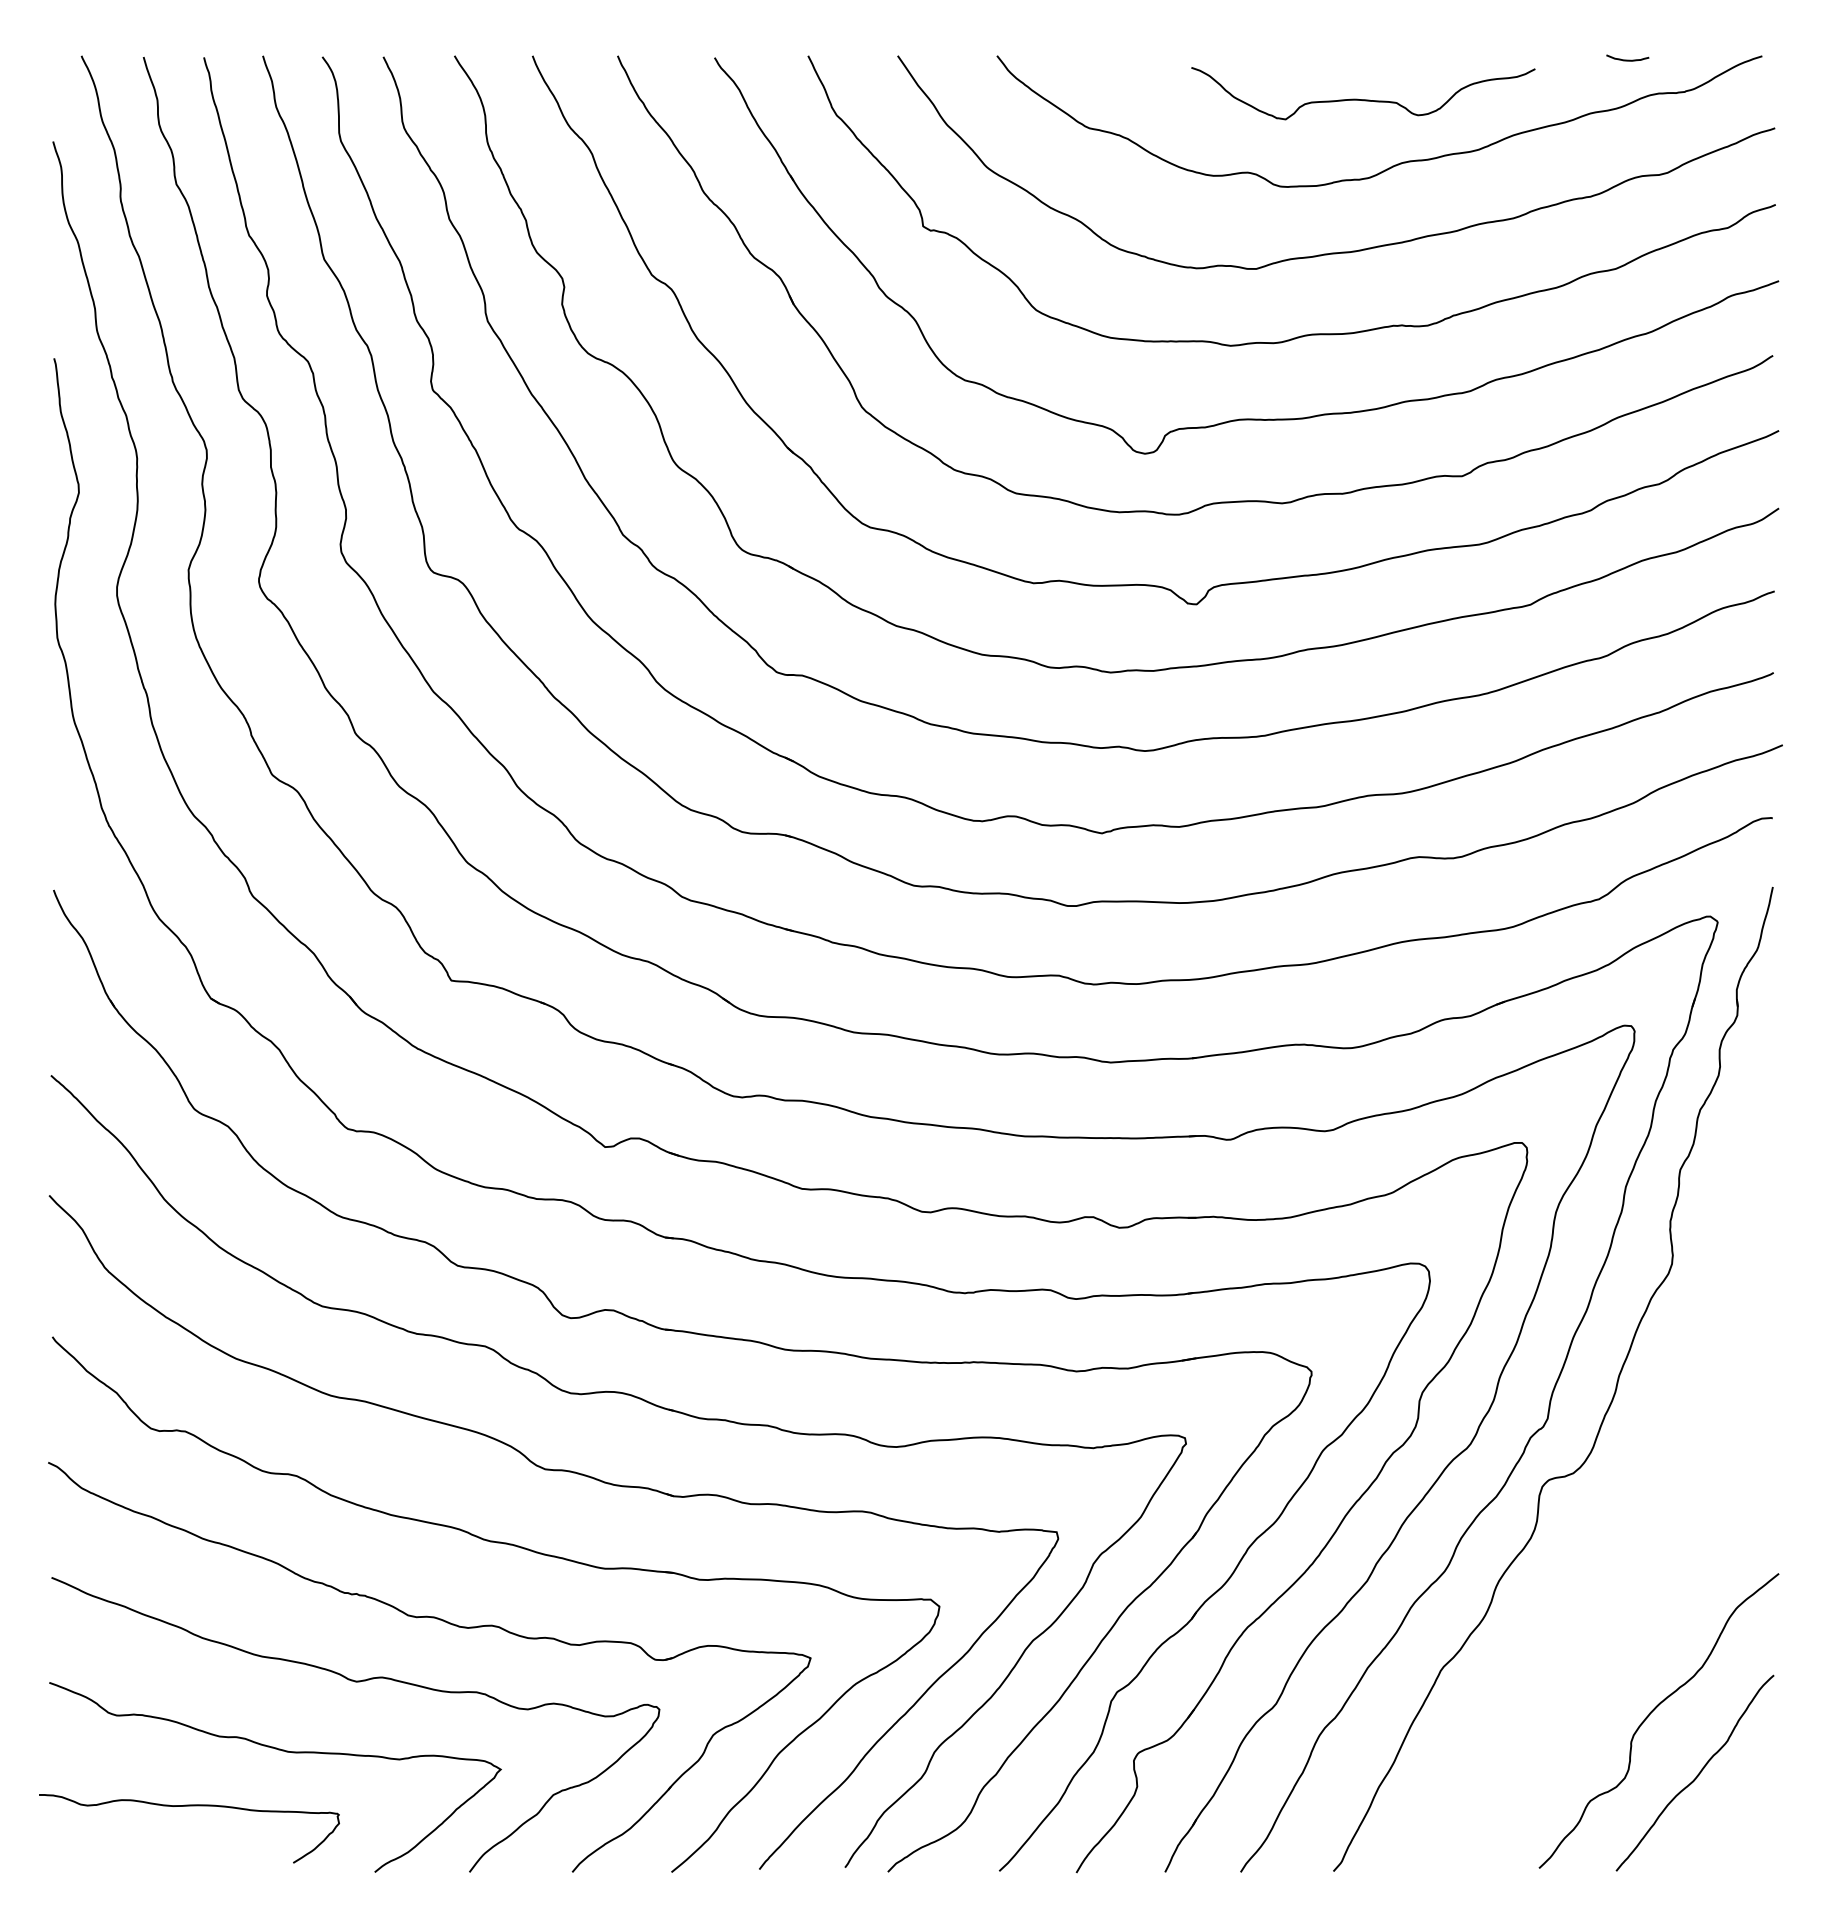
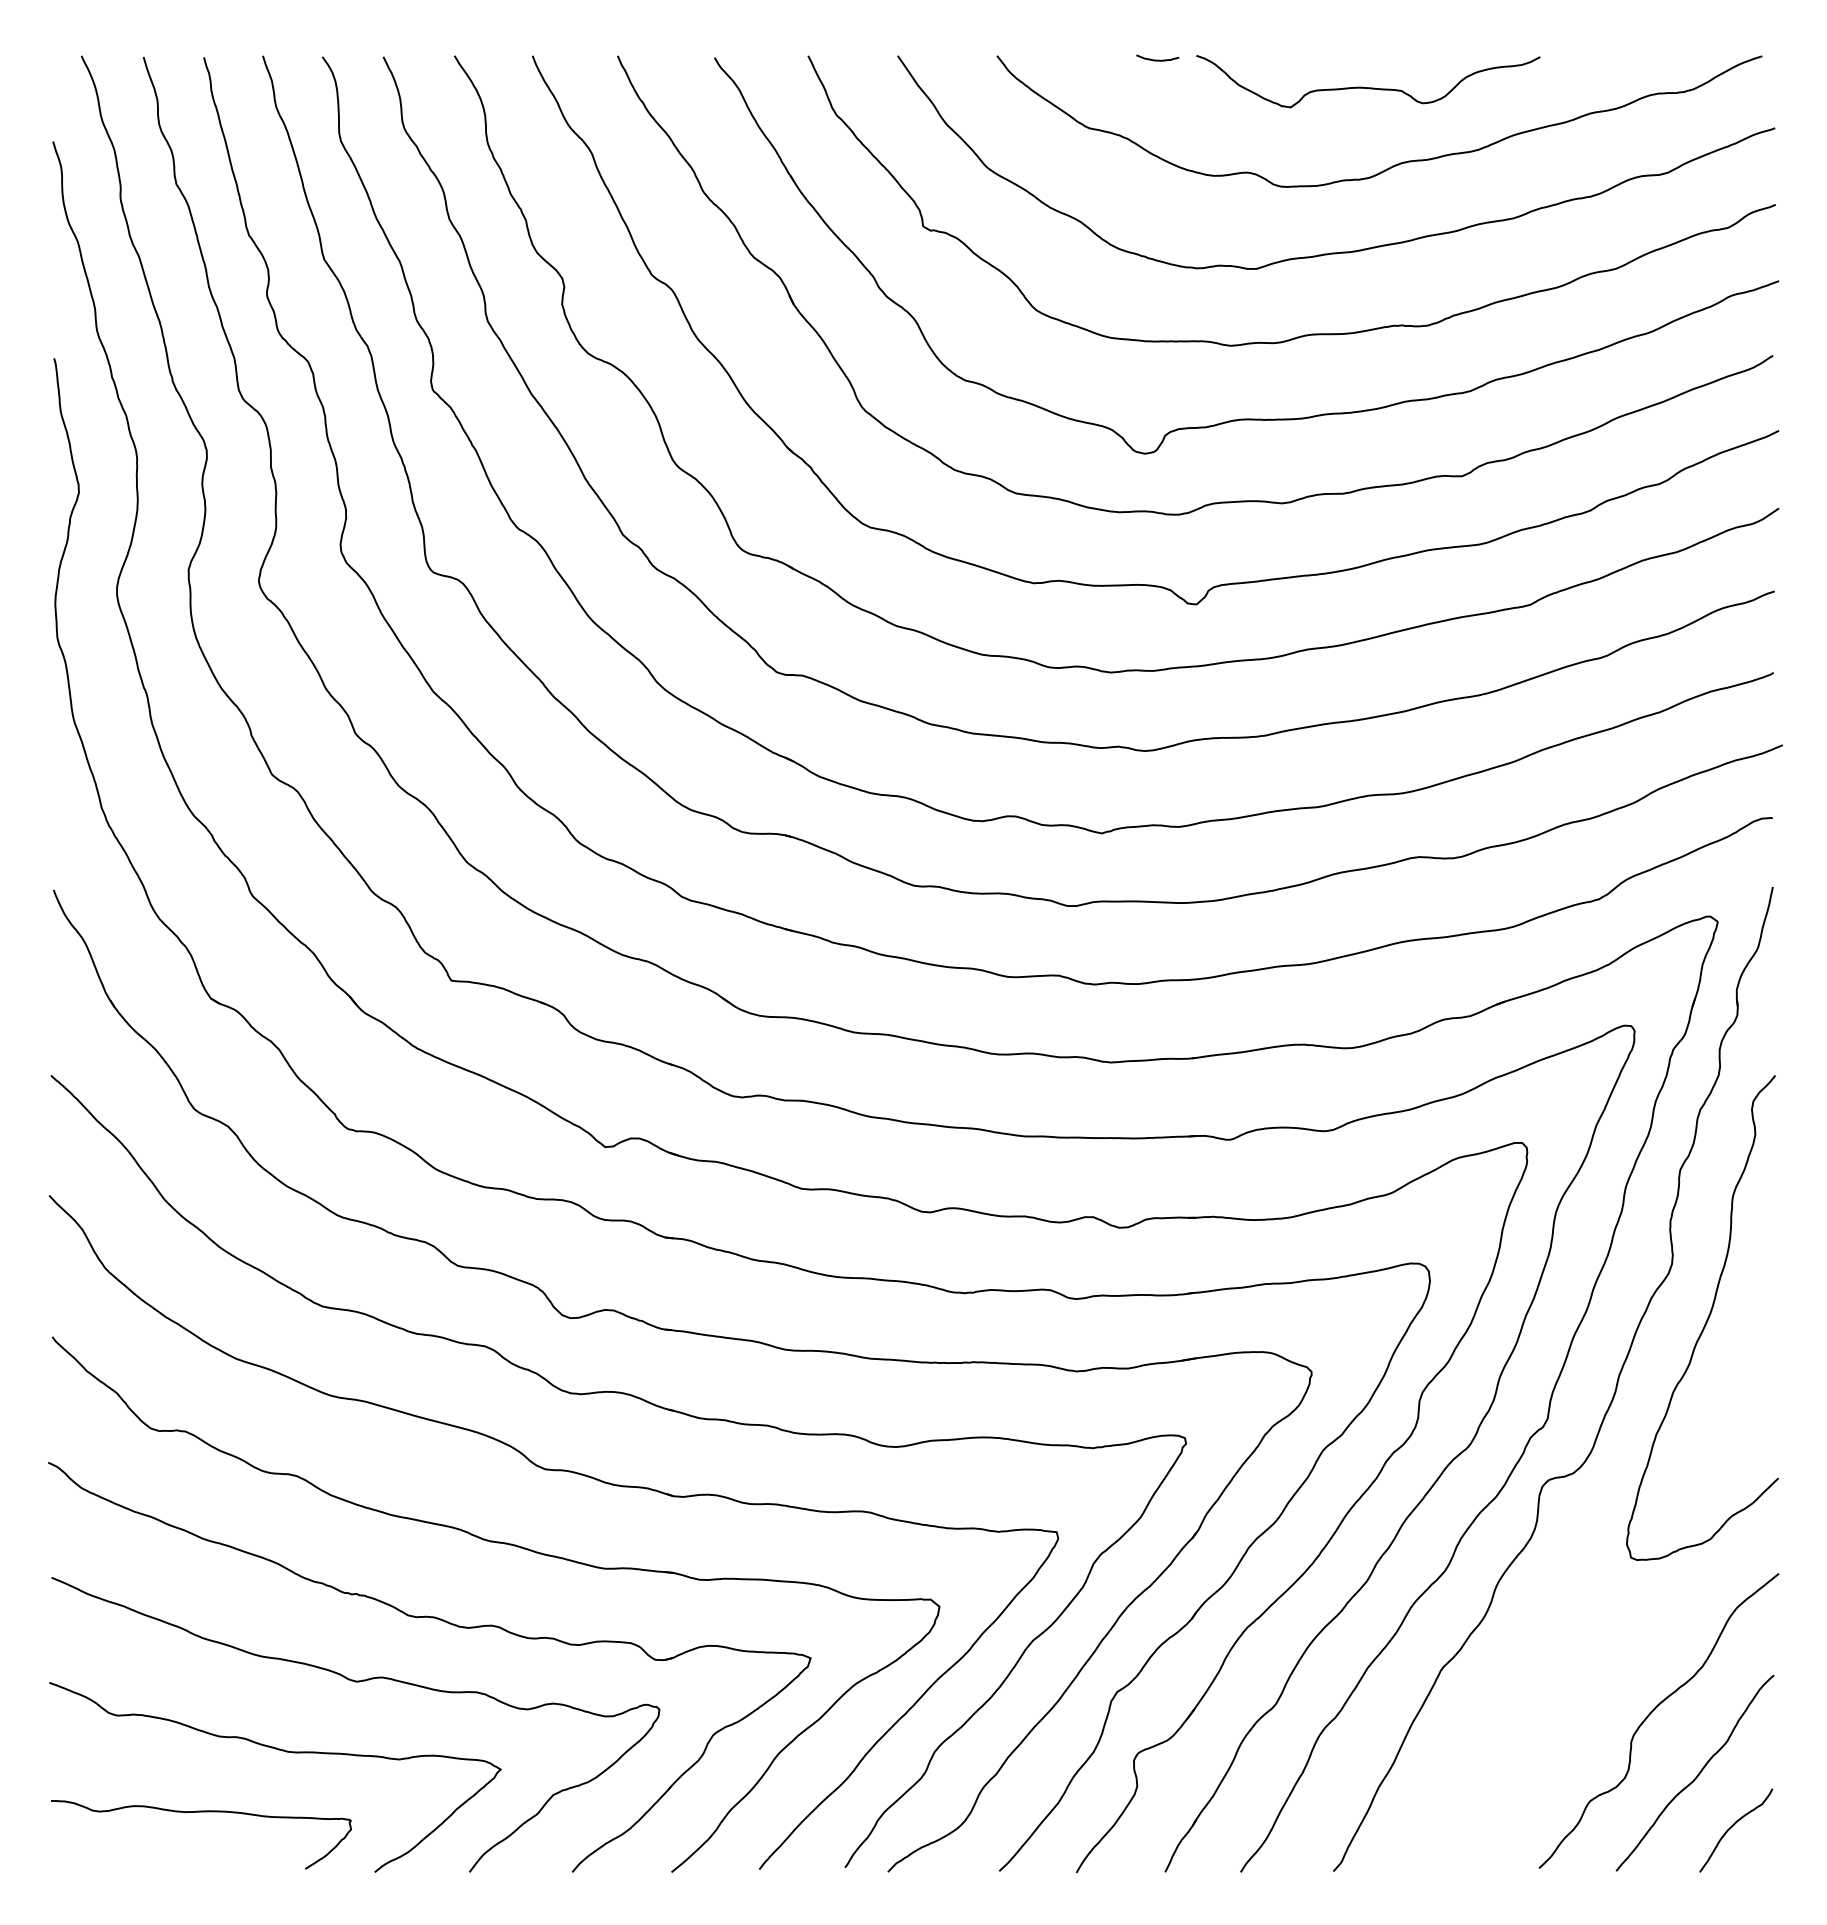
curve at (1627, 59) position: (1627, 59) -> (1157, 59)
curve at (1363, 99) position: (1363, 99) -> (1368, 87)
curve at (1706, 1319): none -> present
curve at (189, 1806) position: (189, 1806) -> (201, 1812)
curve at (1733, 1826): none -> present
